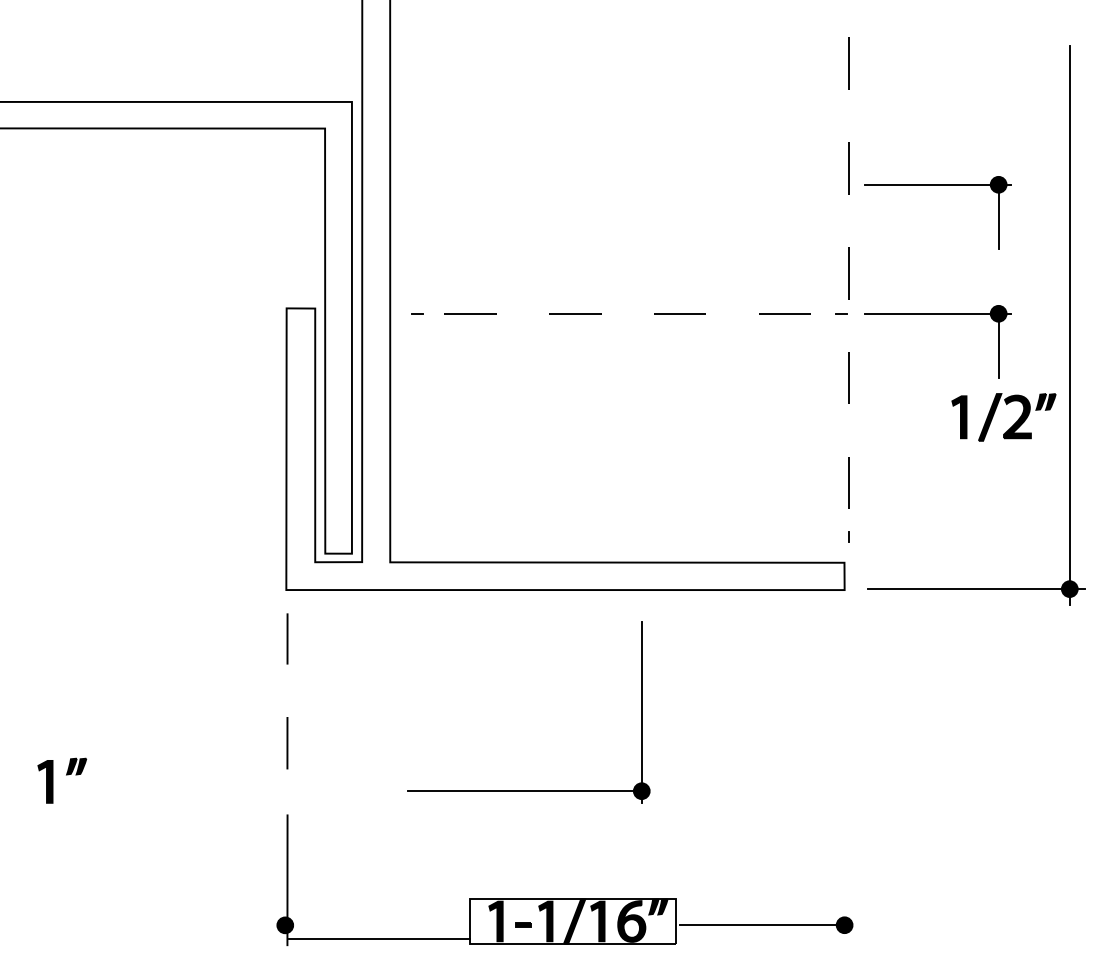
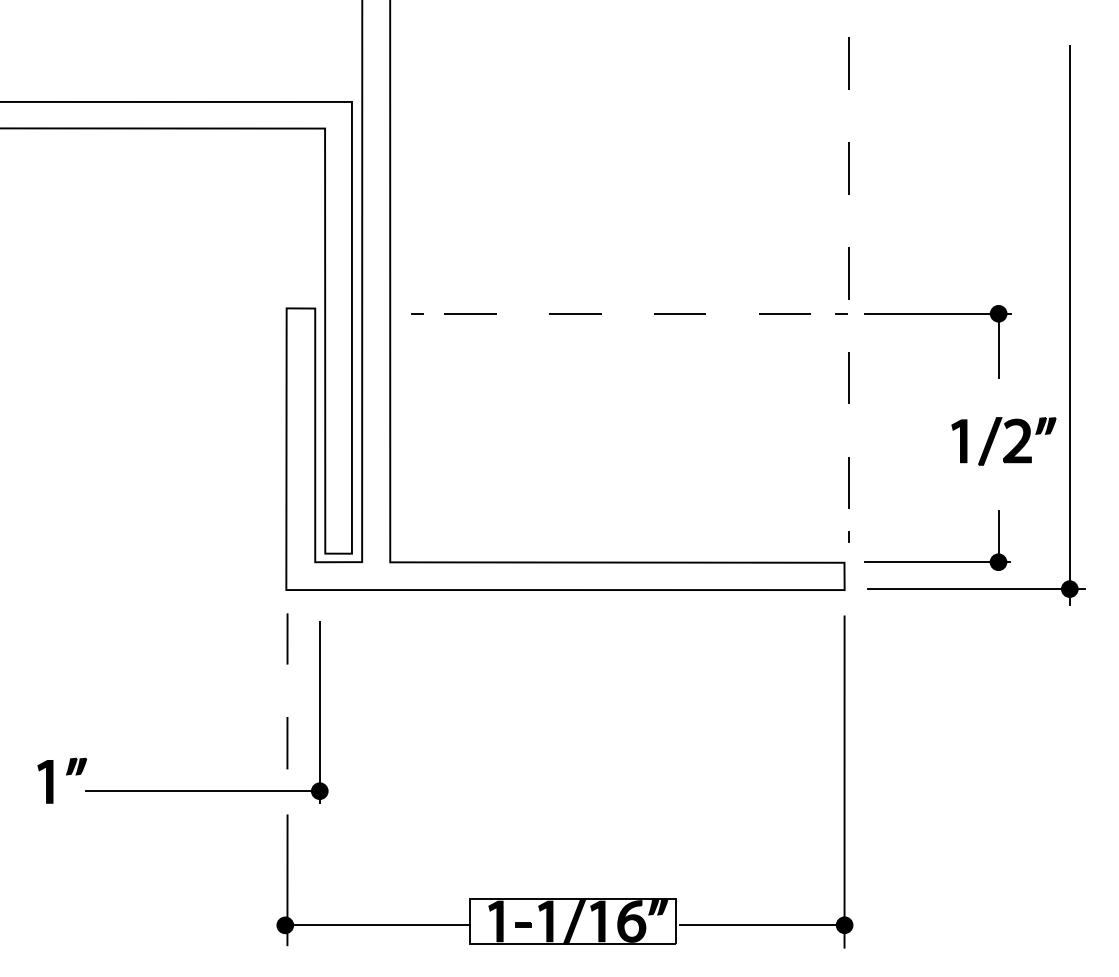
part at (937, 185): present -> none
part at (995, 412) position: (995, 412) -> (995, 436)
part at (937, 561): none -> present
line at (844, 781): none -> present
part at (528, 790) position: (528, 790) -> (206, 790)
line at (379, 939) position: (379, 939) -> (379, 925)
